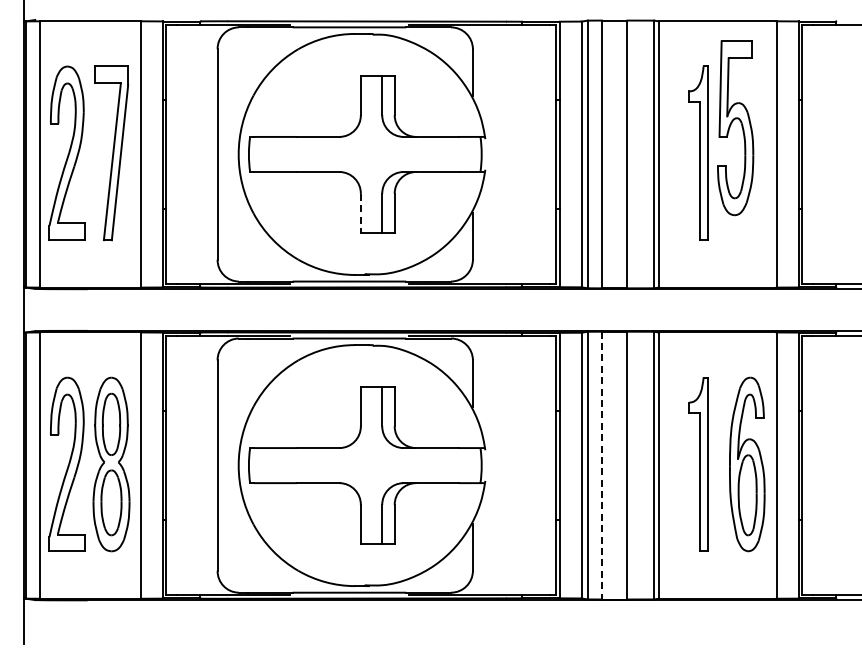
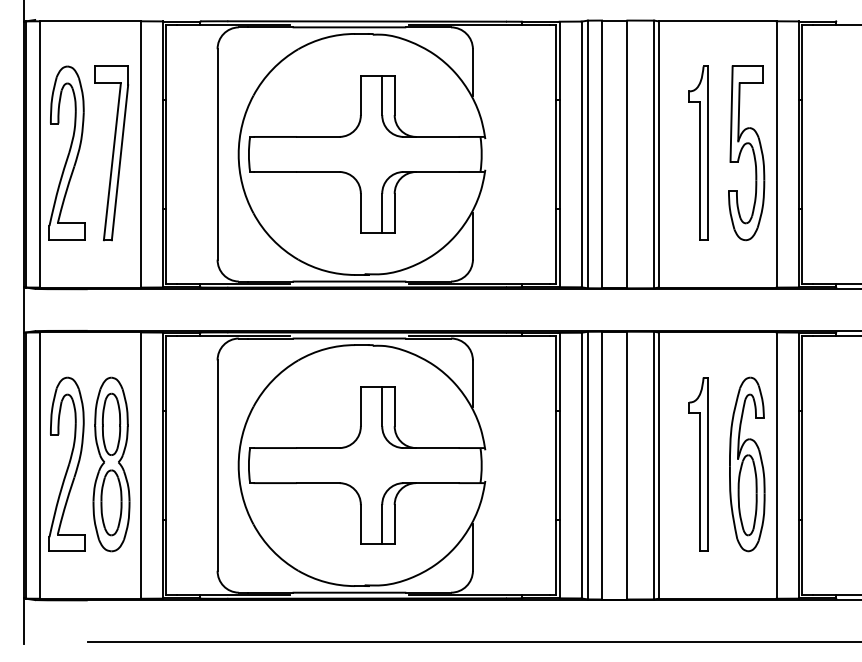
part at (735, 128) position: (735, 128) -> (746, 153)
line at (360, 213): dashed -> solid
line at (602, 465): dashed -> solid
line at (472, 642): none -> present
